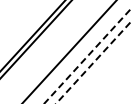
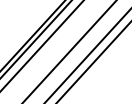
line at (42, 45): none -> present
line at (88, 55): dashed -> solid
line at (93, 62): dashed -> solid
